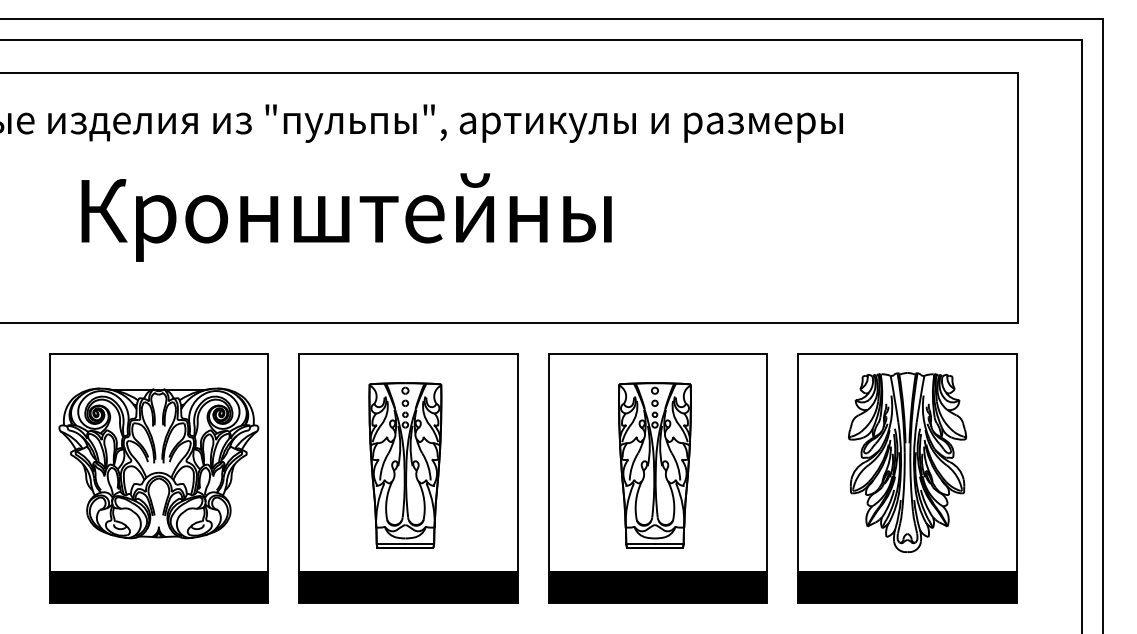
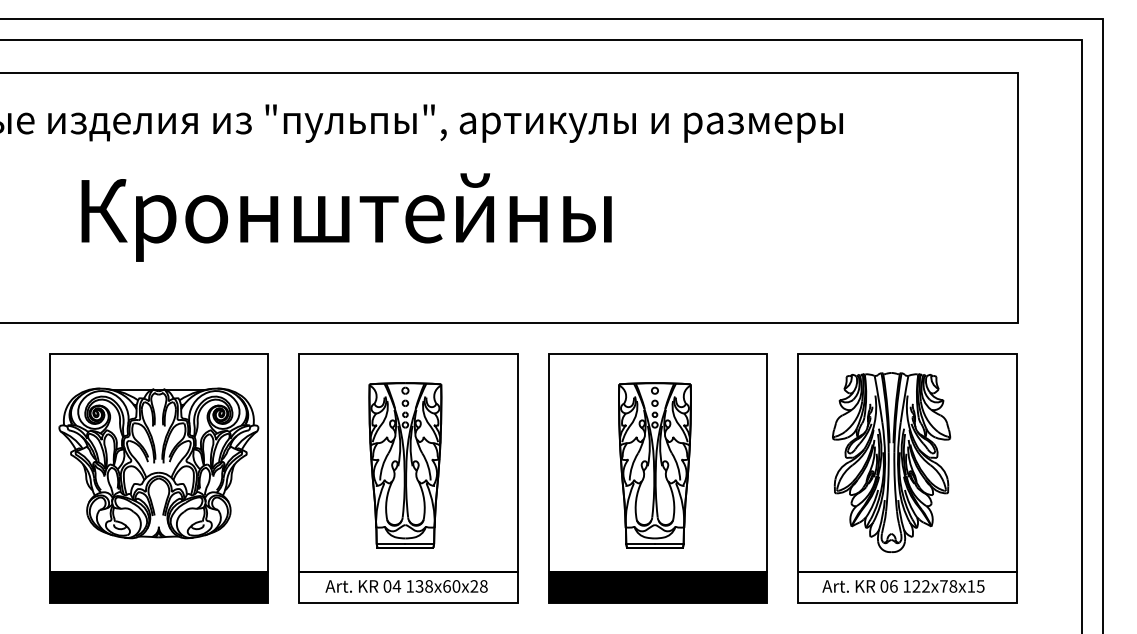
part at (907, 462) position: (907, 462) -> (891, 462)
fill at (408, 587): present -> none
fill at (907, 587): present -> none
